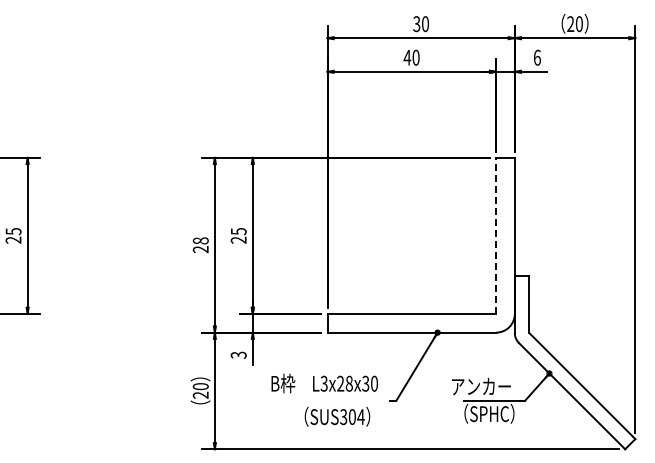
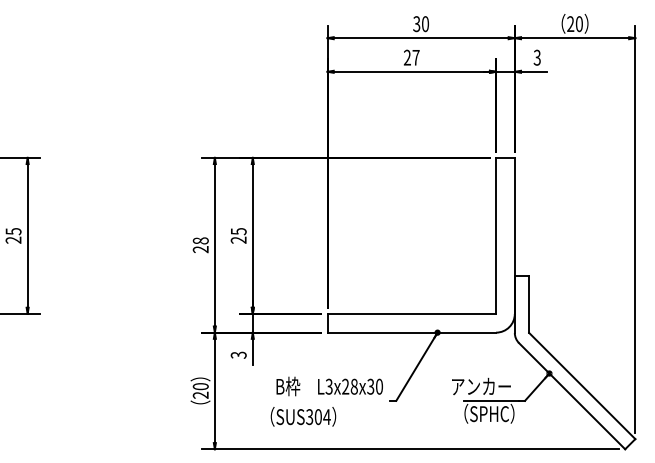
text at (411, 57): 40 -> 27
text at (536, 57): 6 -> 3
line at (496, 235): dashed -> solid
text at (324, 383) position: (324, 383) -> (329, 386)
text at (337, 416) position: (337, 416) -> (303, 416)
